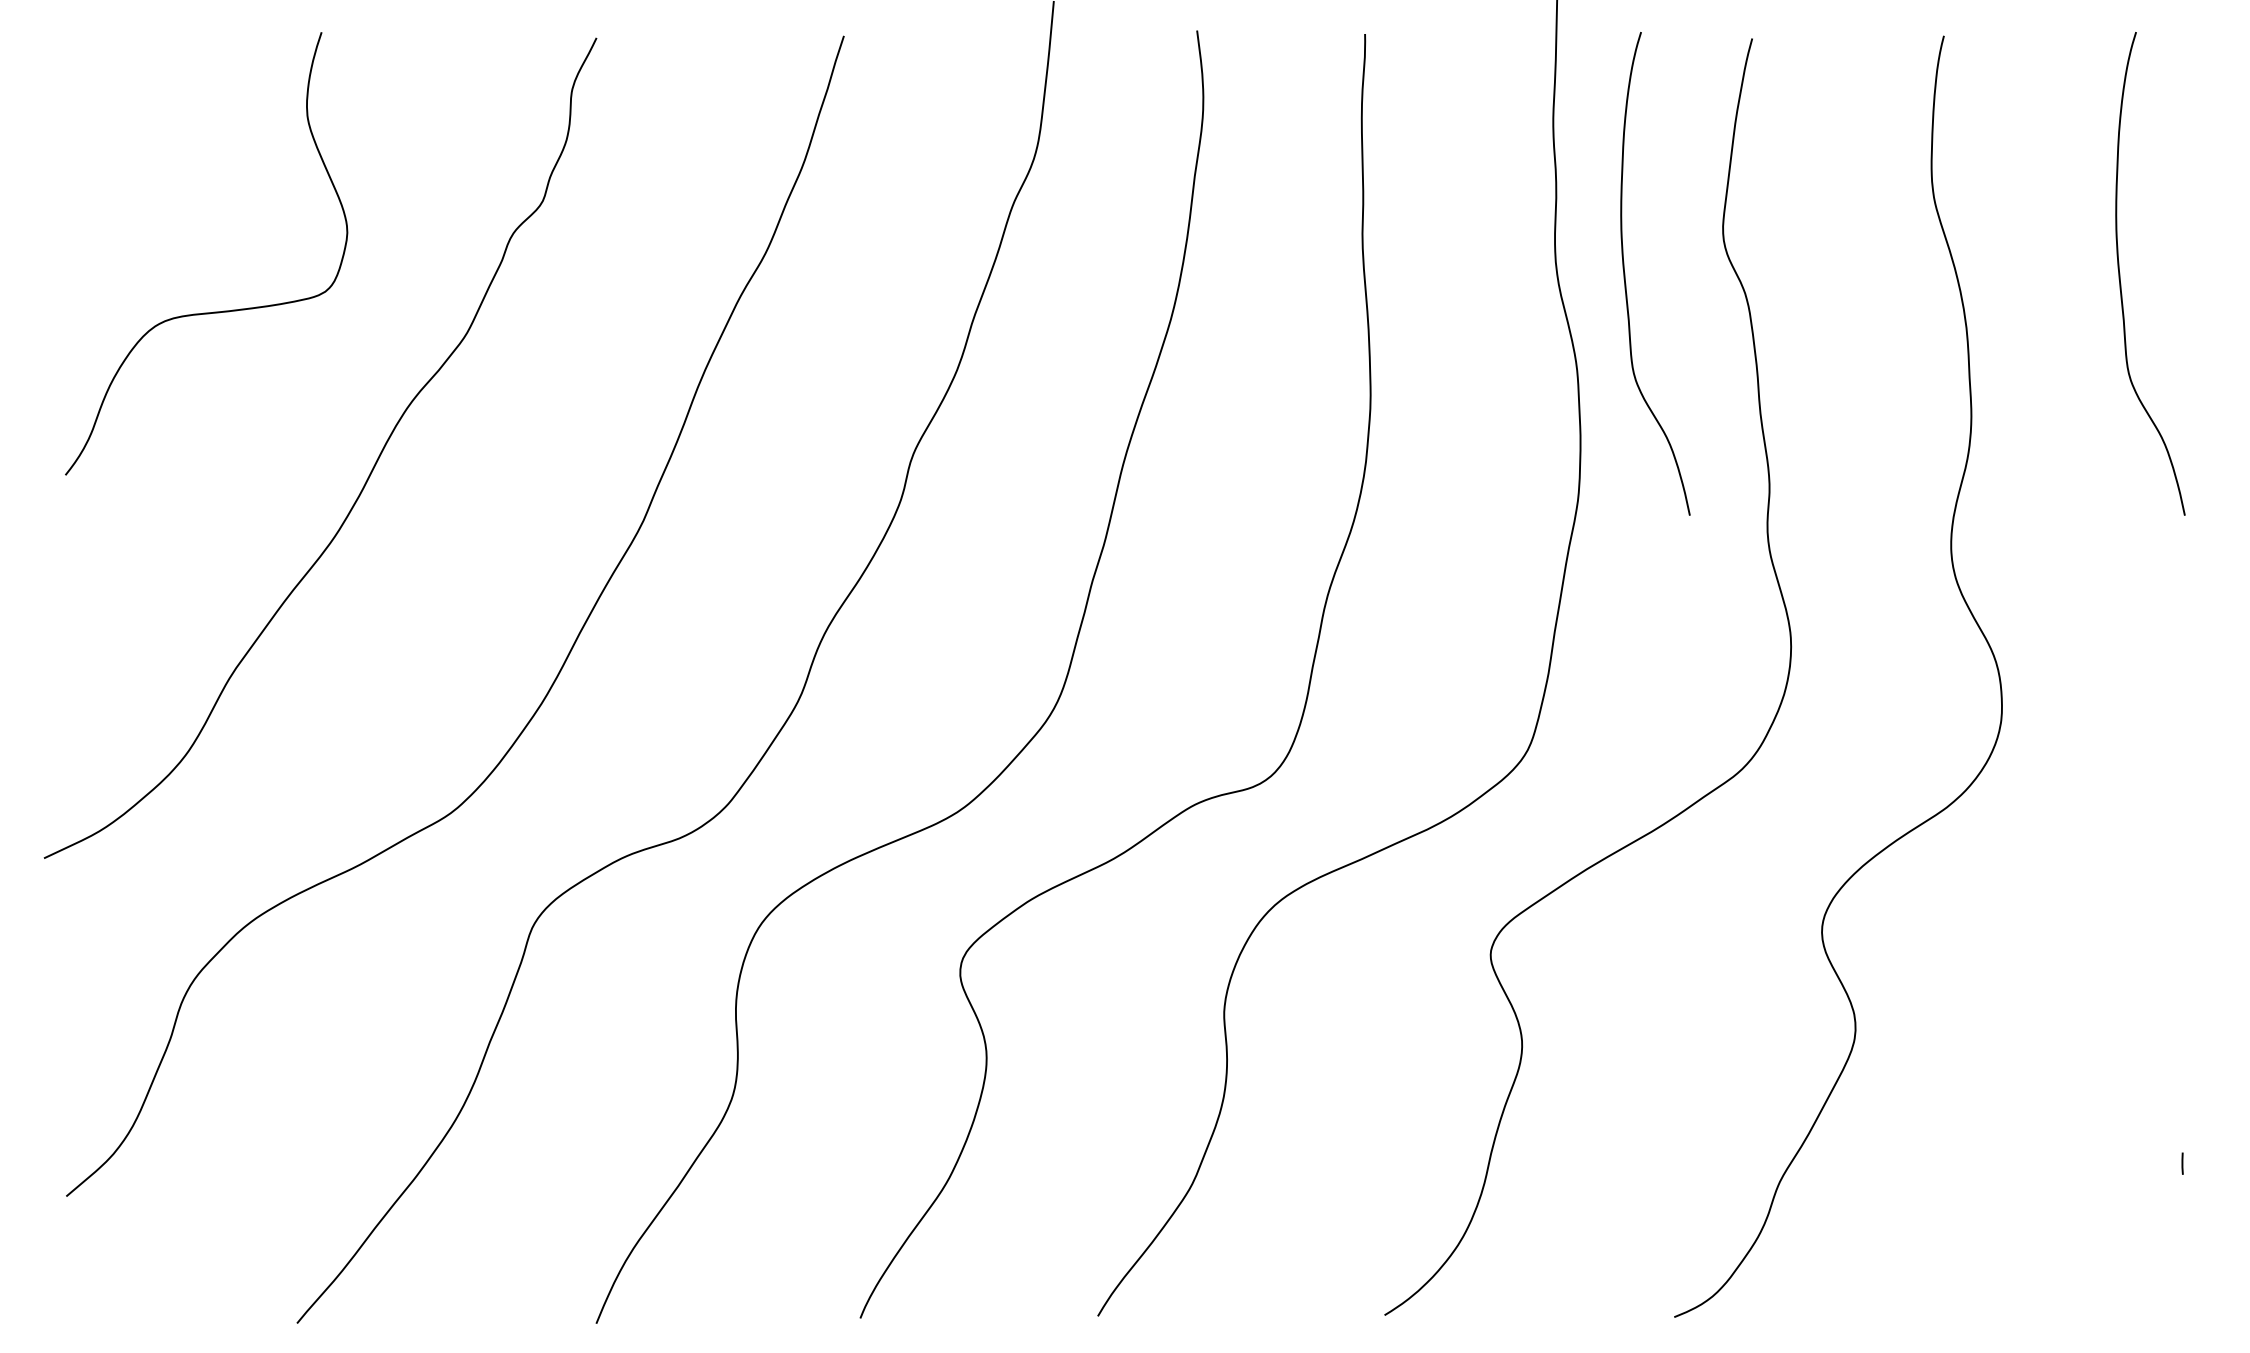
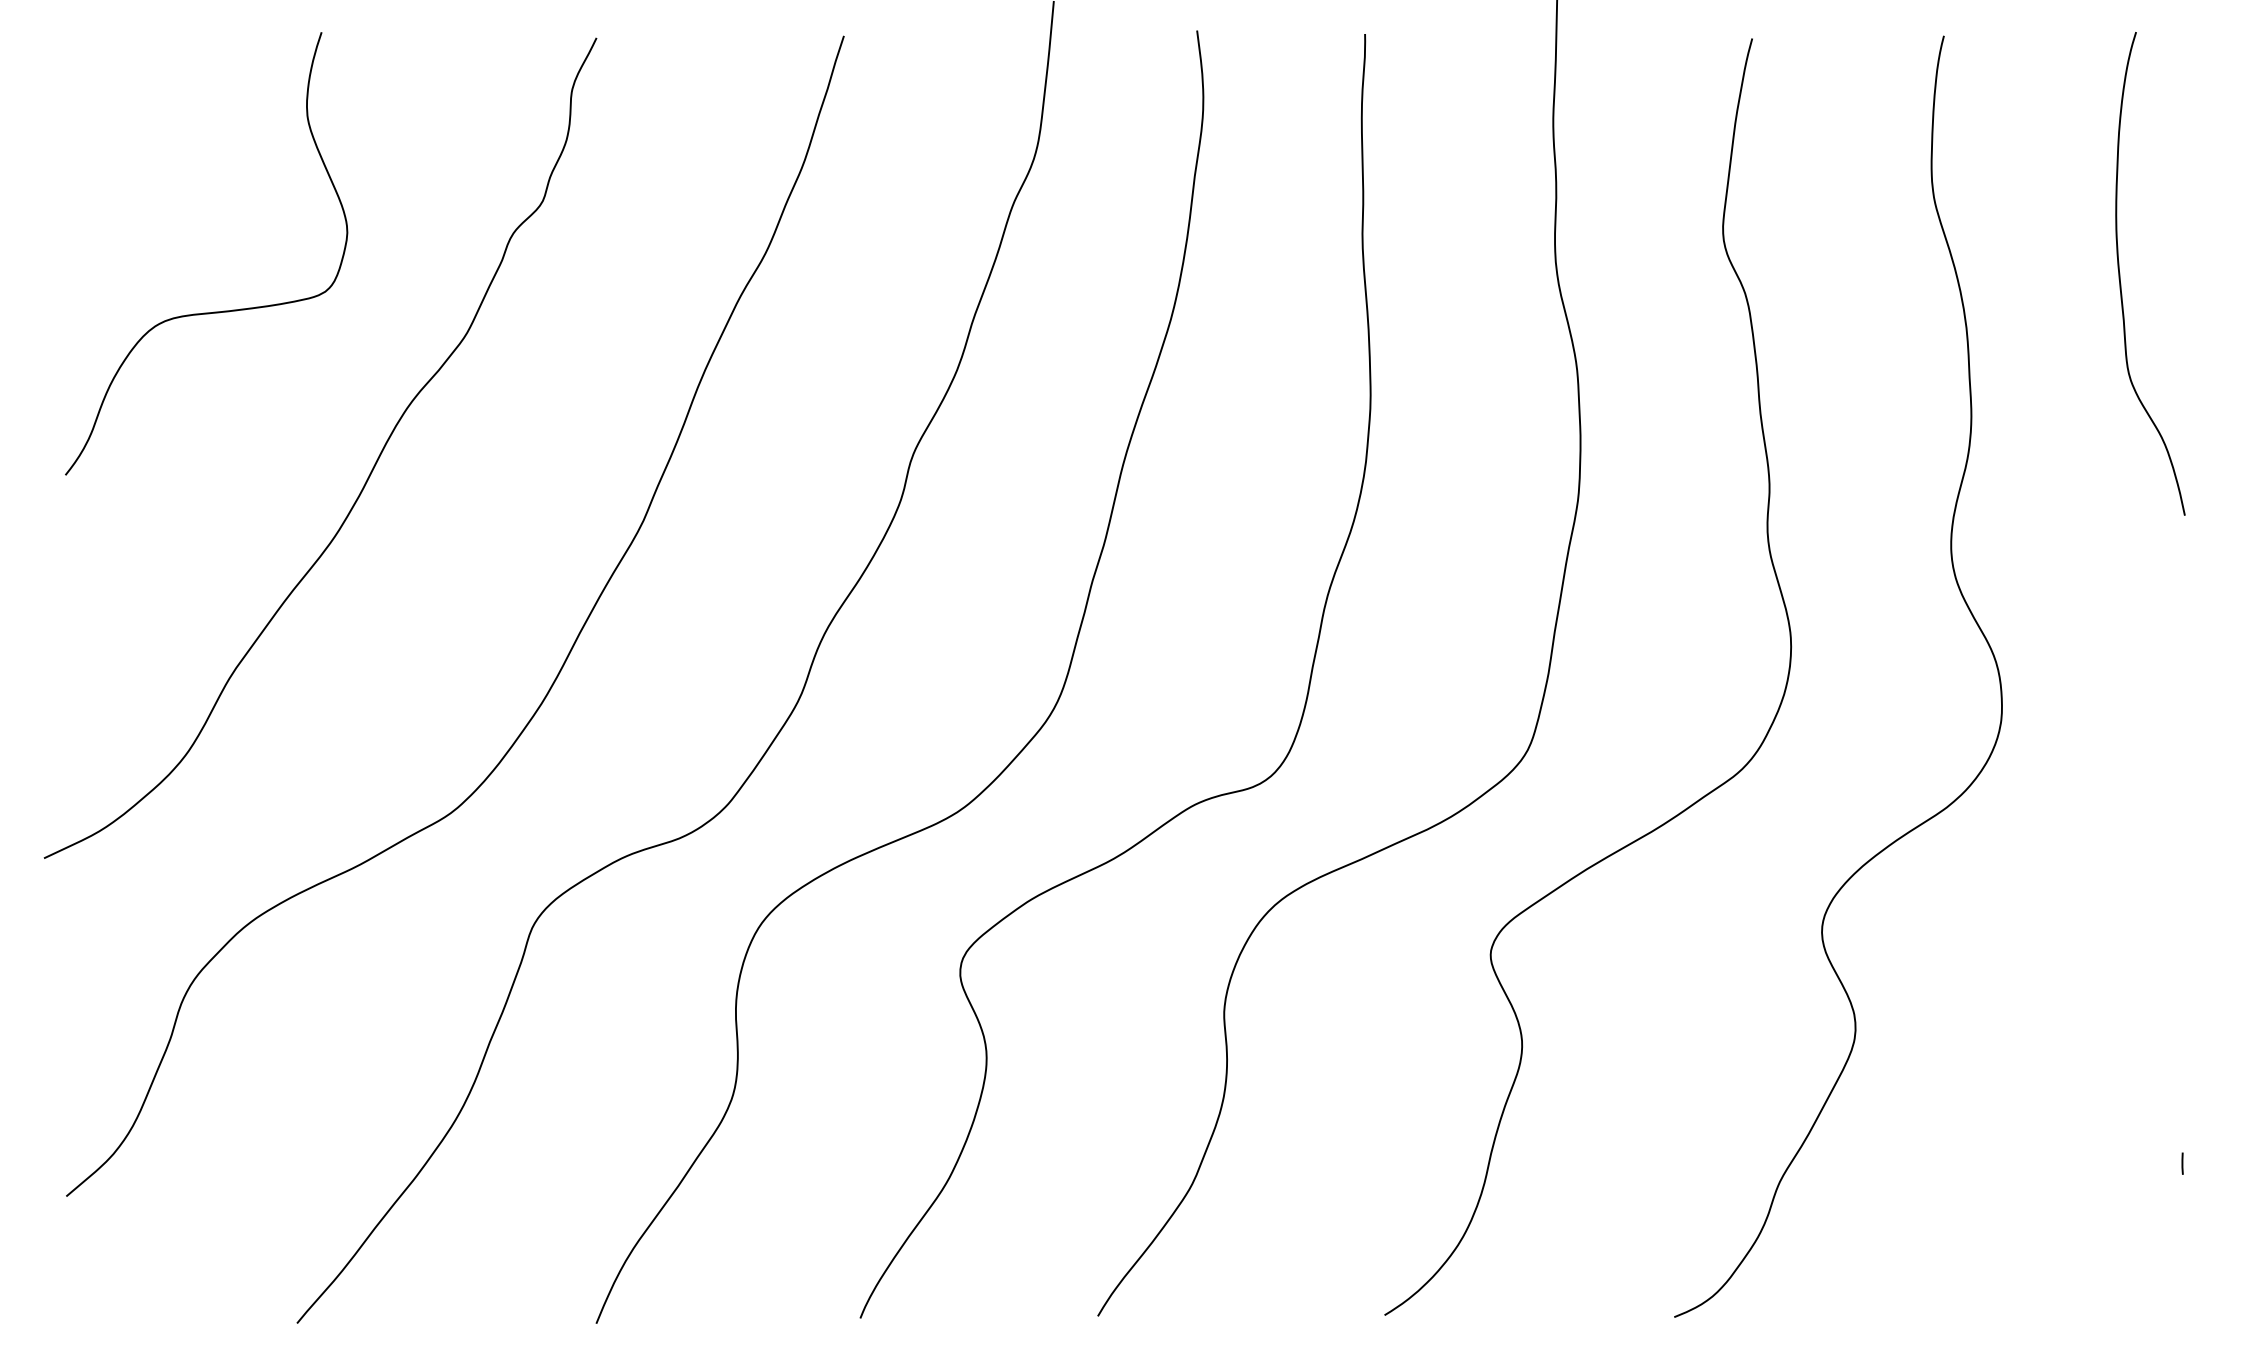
curve at (1625, 273): present -> none
